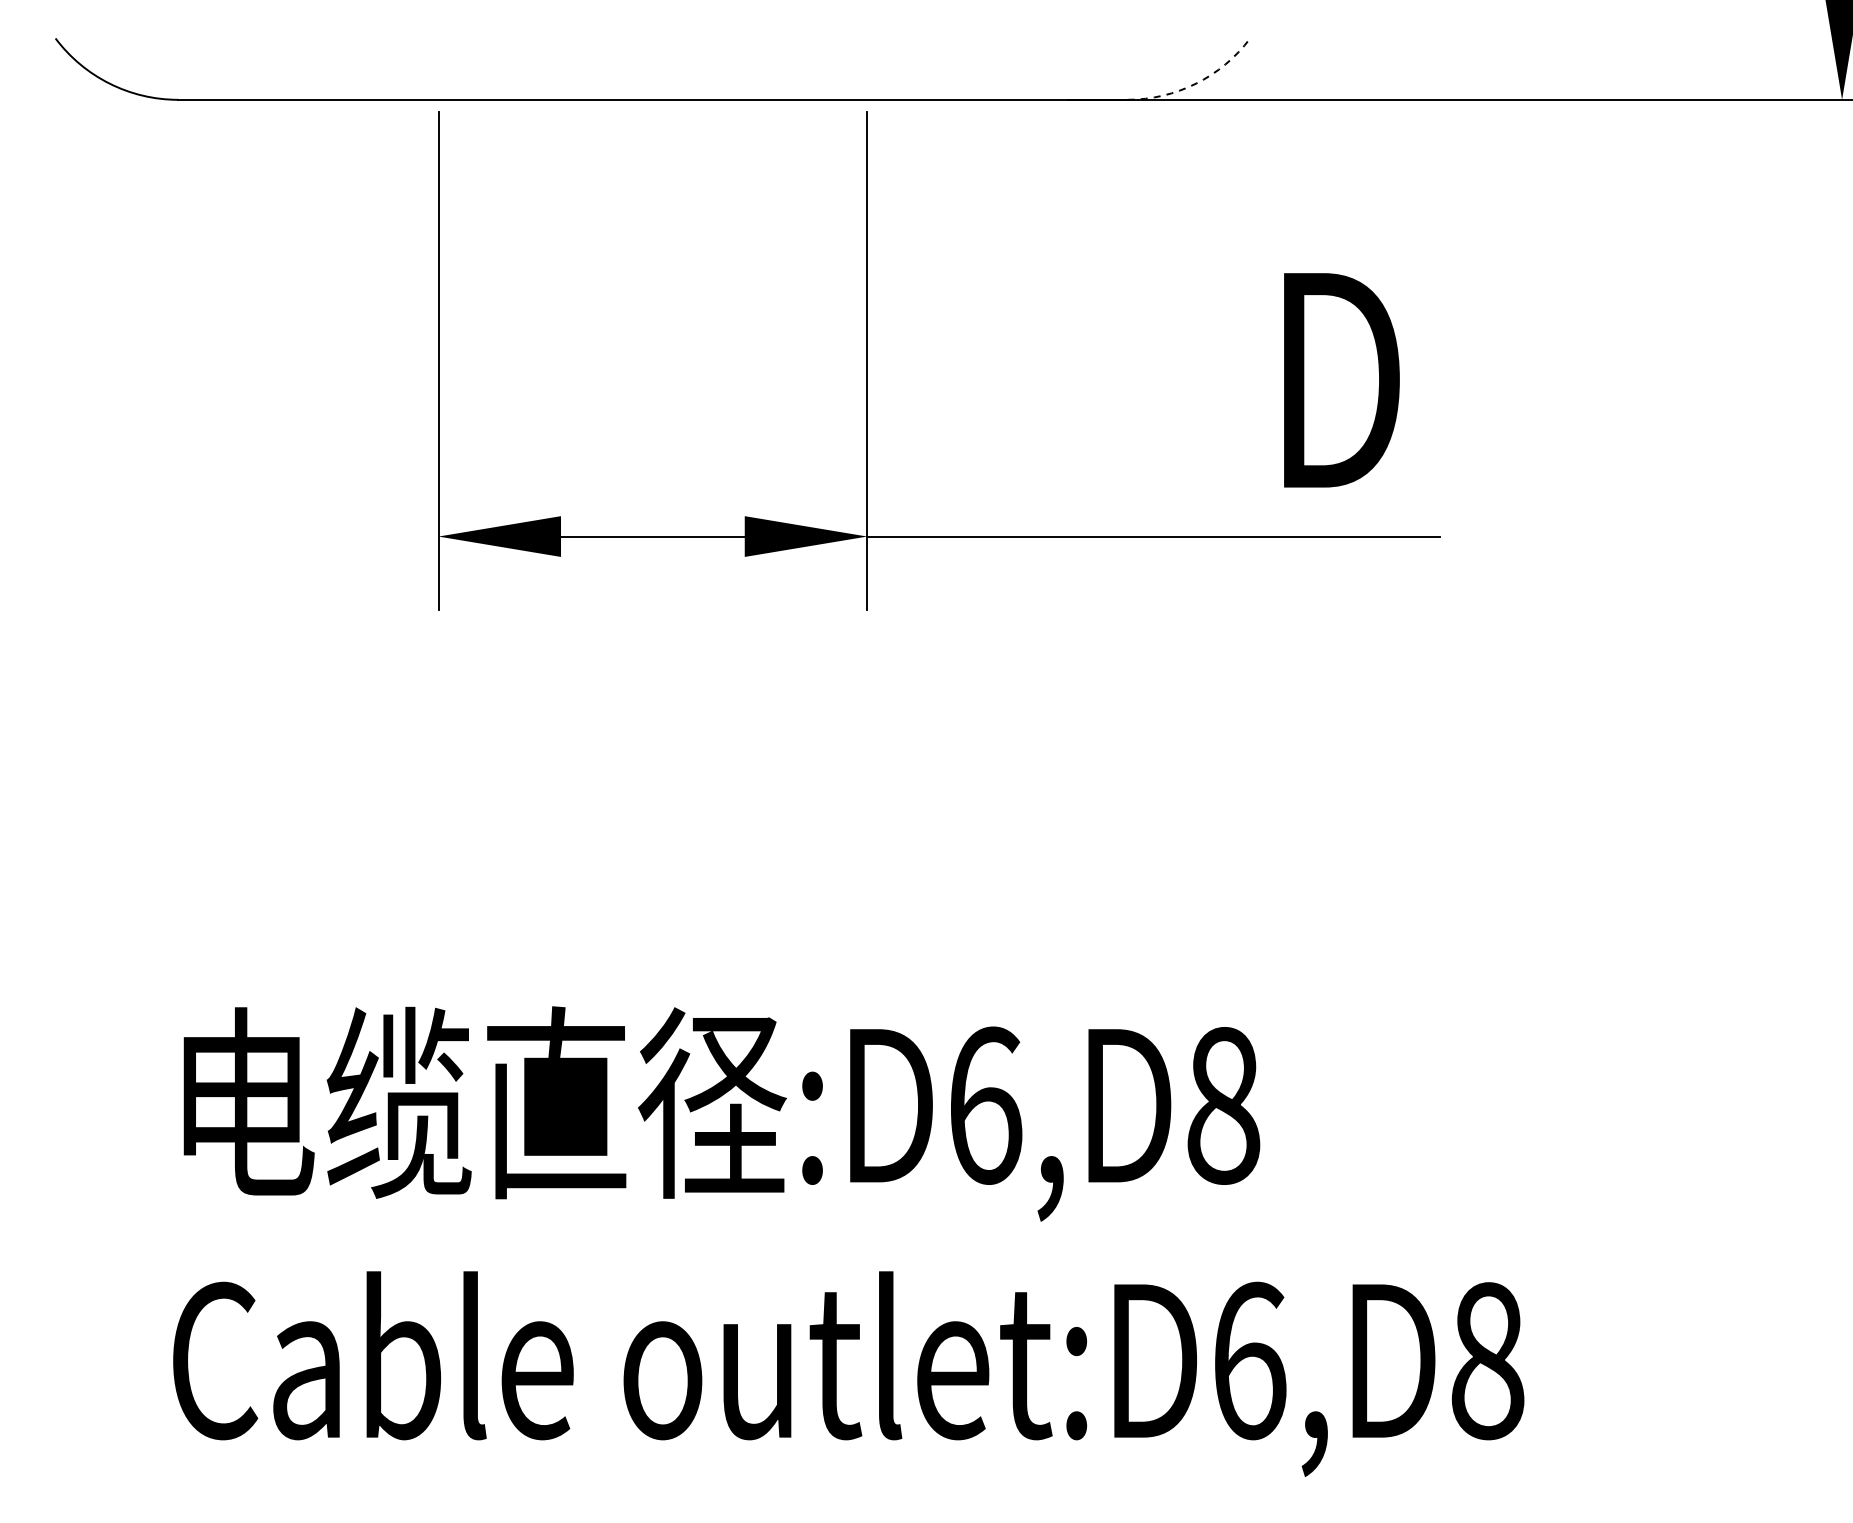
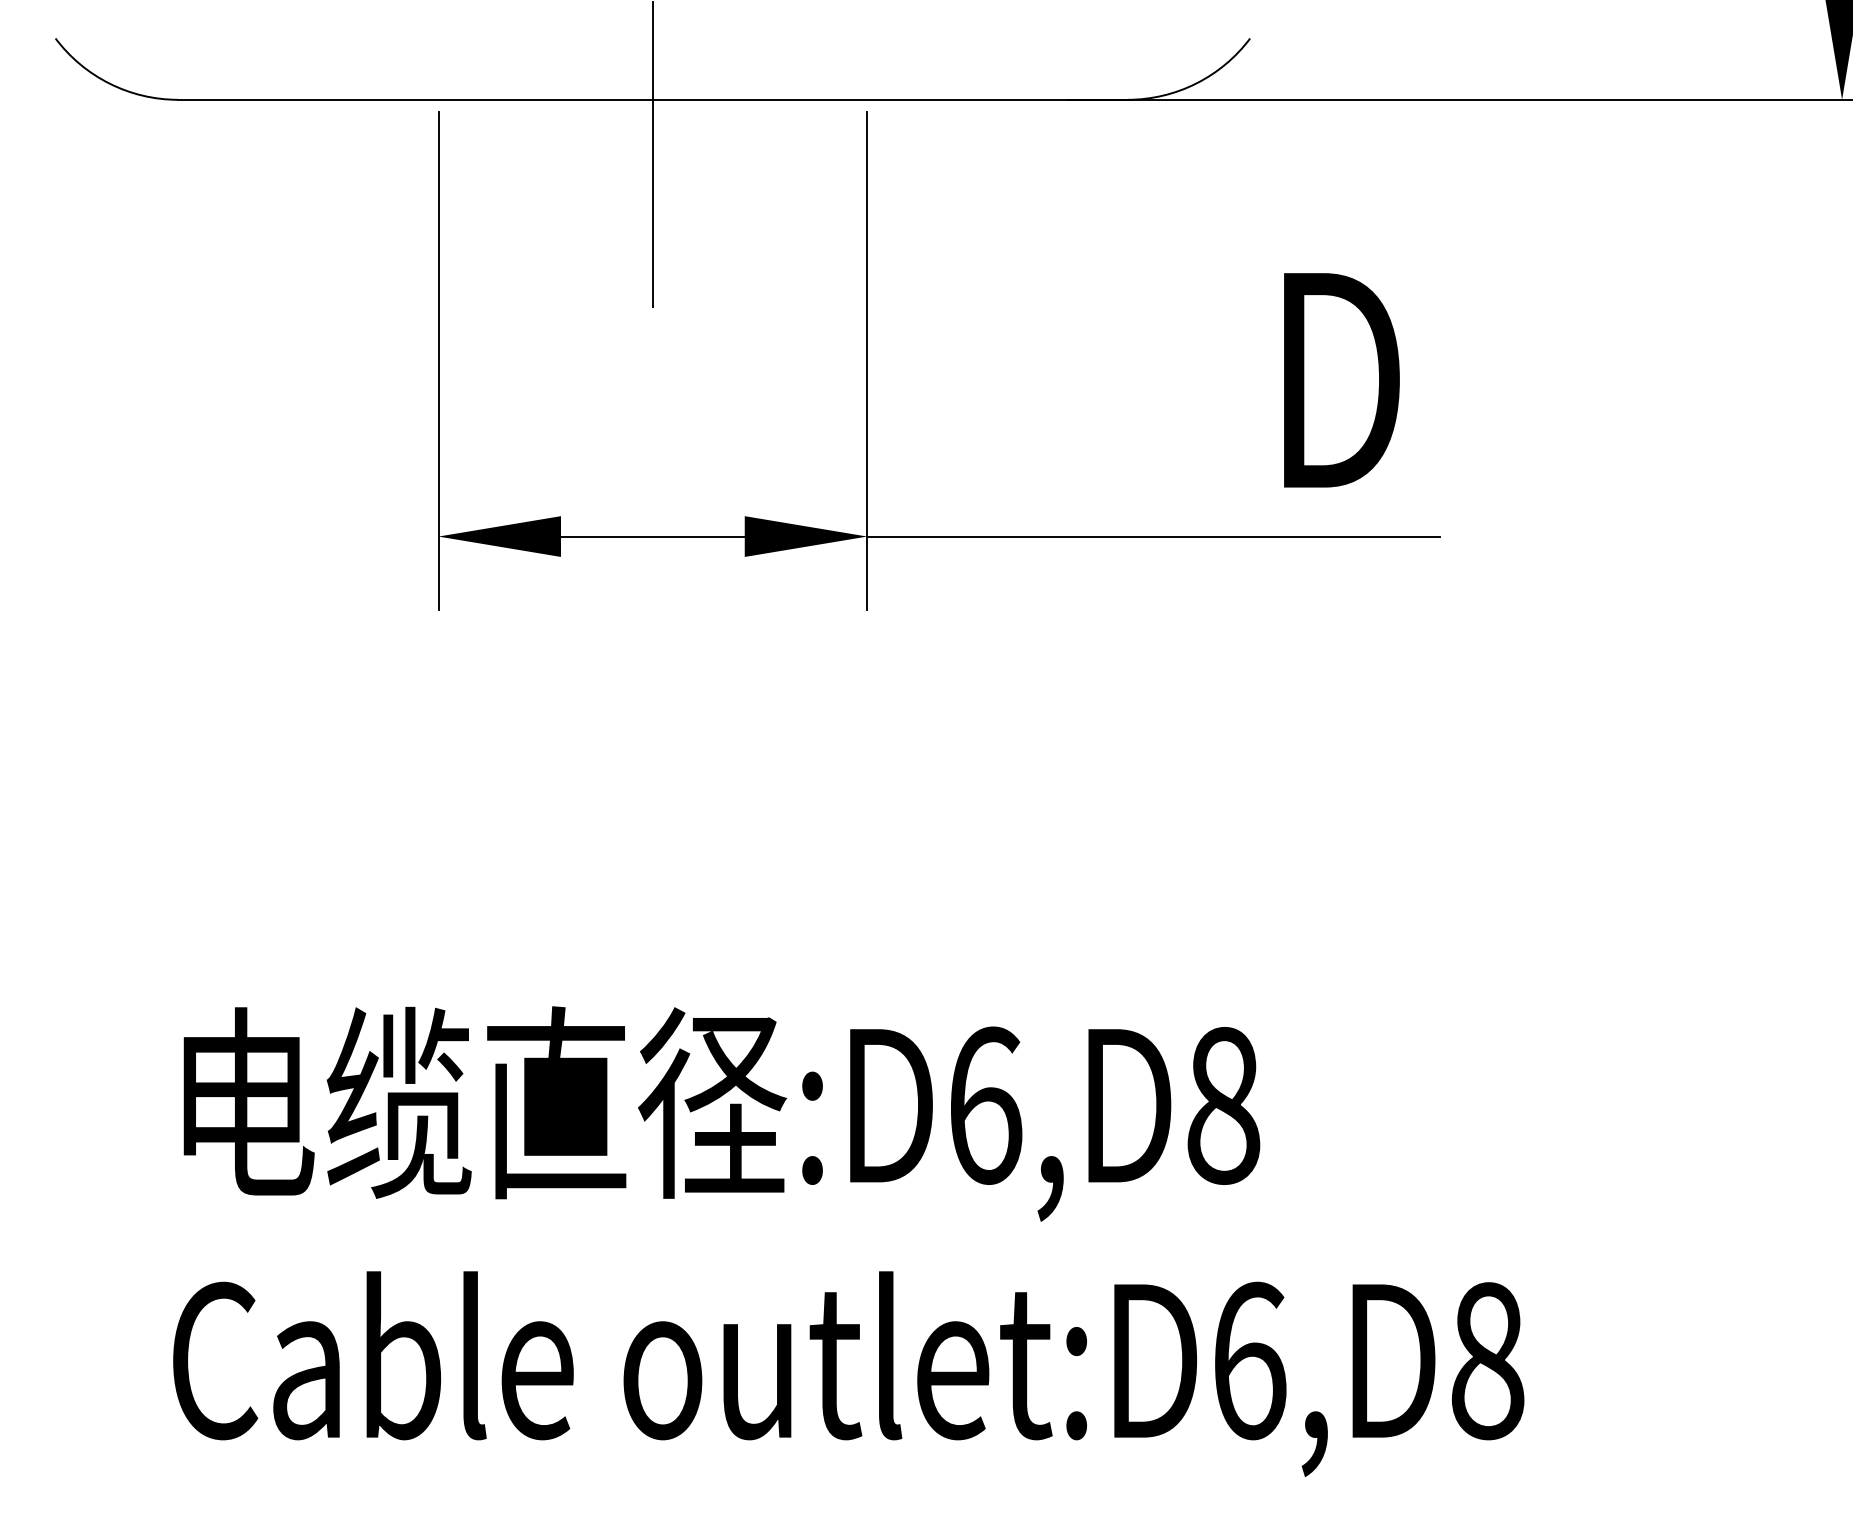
arc at (1196, 83): dashed -> solid
line at (652, 154): none -> present
